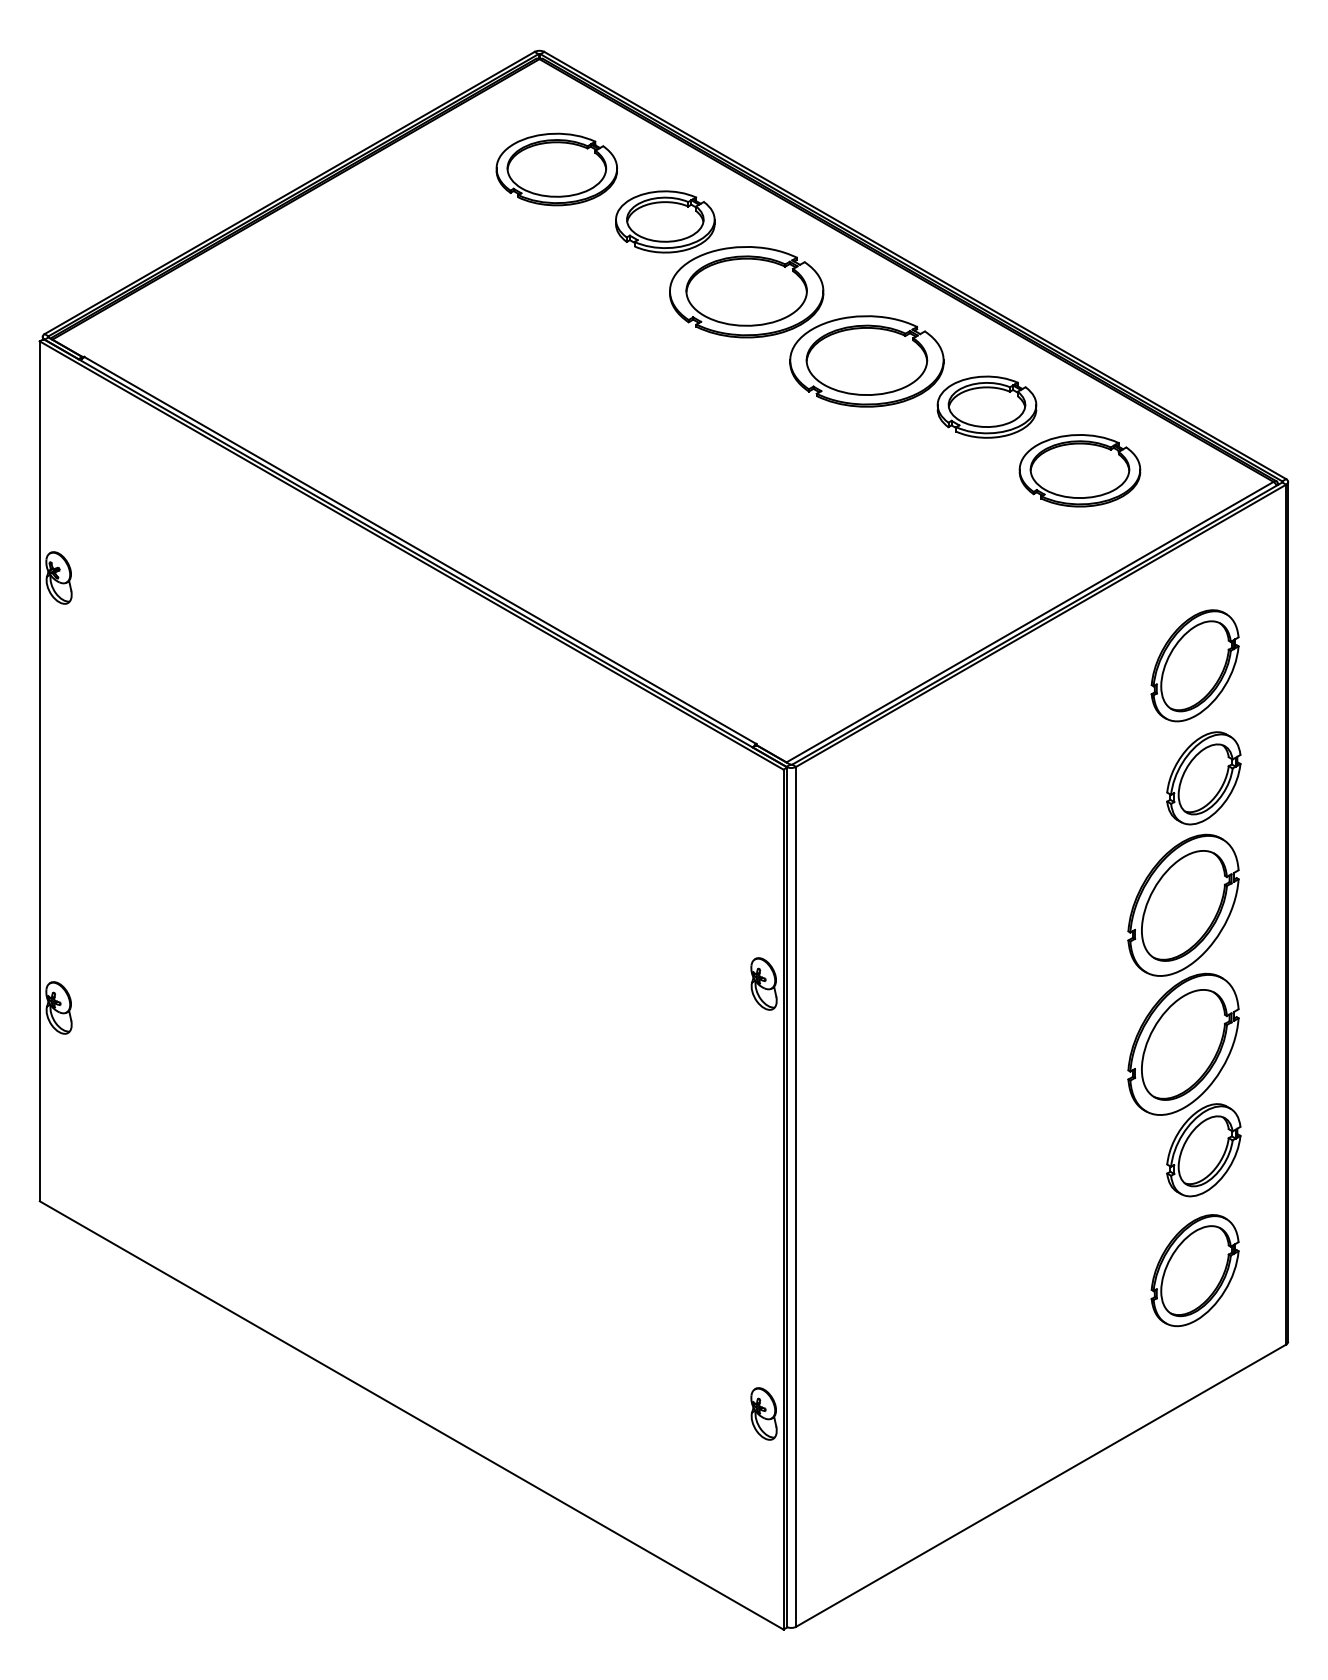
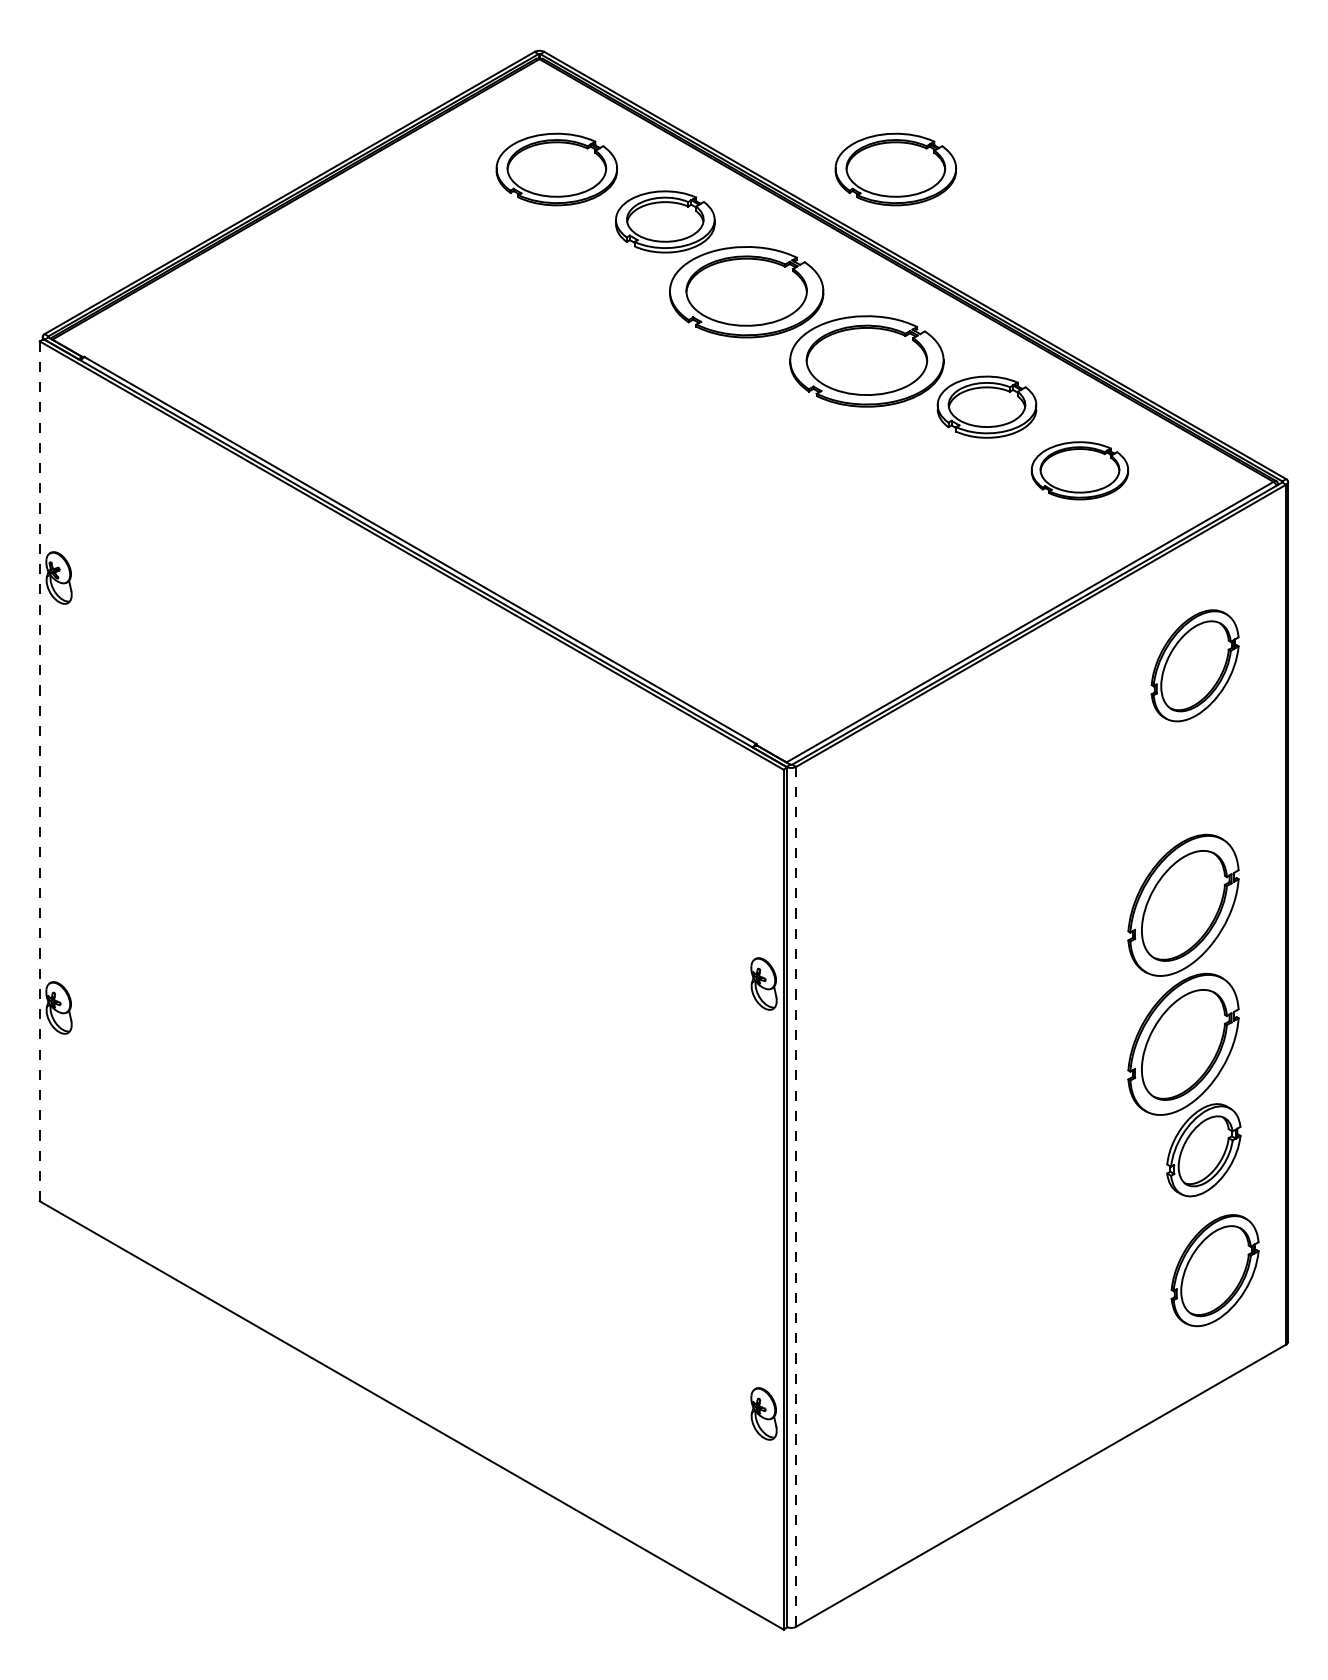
part at (895, 169): none -> present
part at (1079, 470) size: 124x74 px -> 100x60 px
line at (39, 771): solid -> dashed
part at (1203, 778): present -> none
line at (796, 1196): solid -> dashed
part at (1194, 1270) position: (1194, 1270) -> (1214, 1270)
